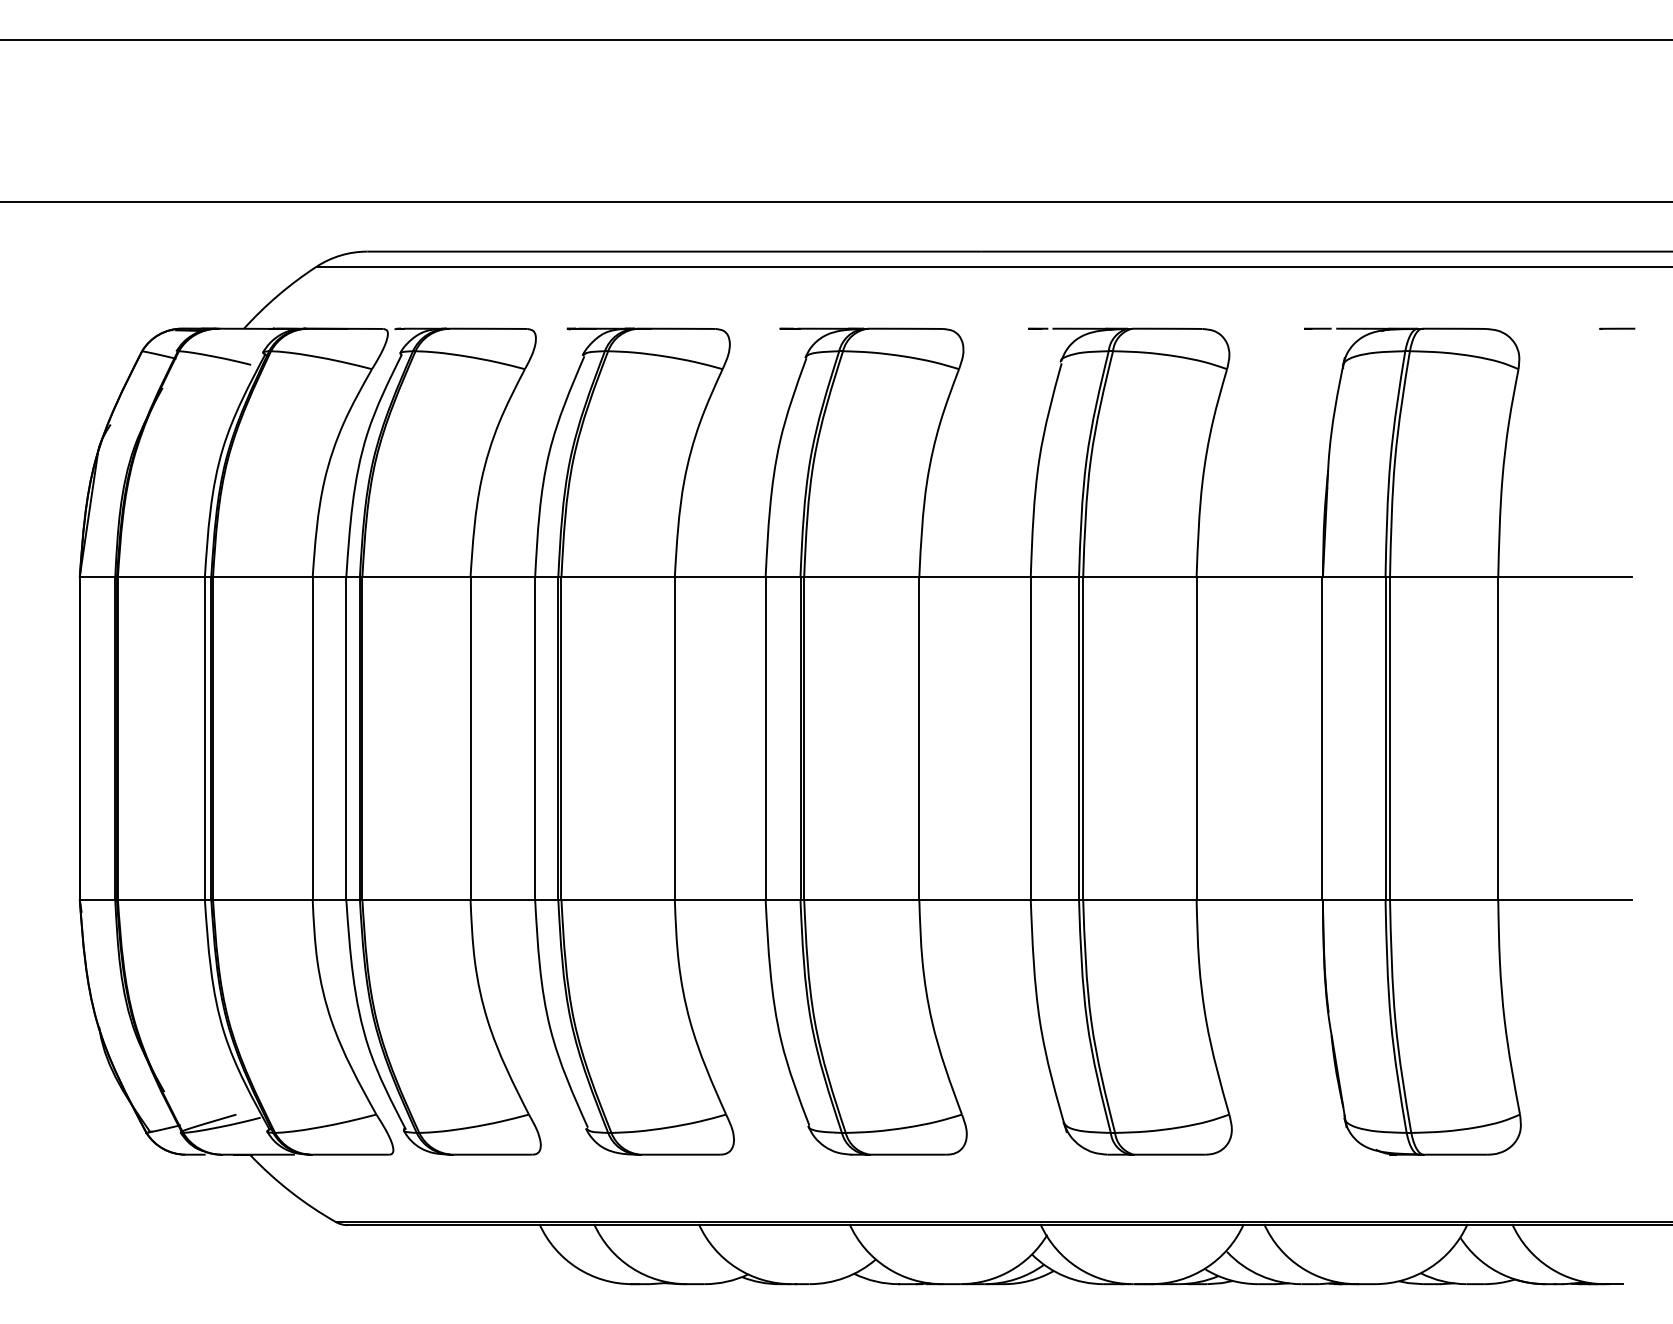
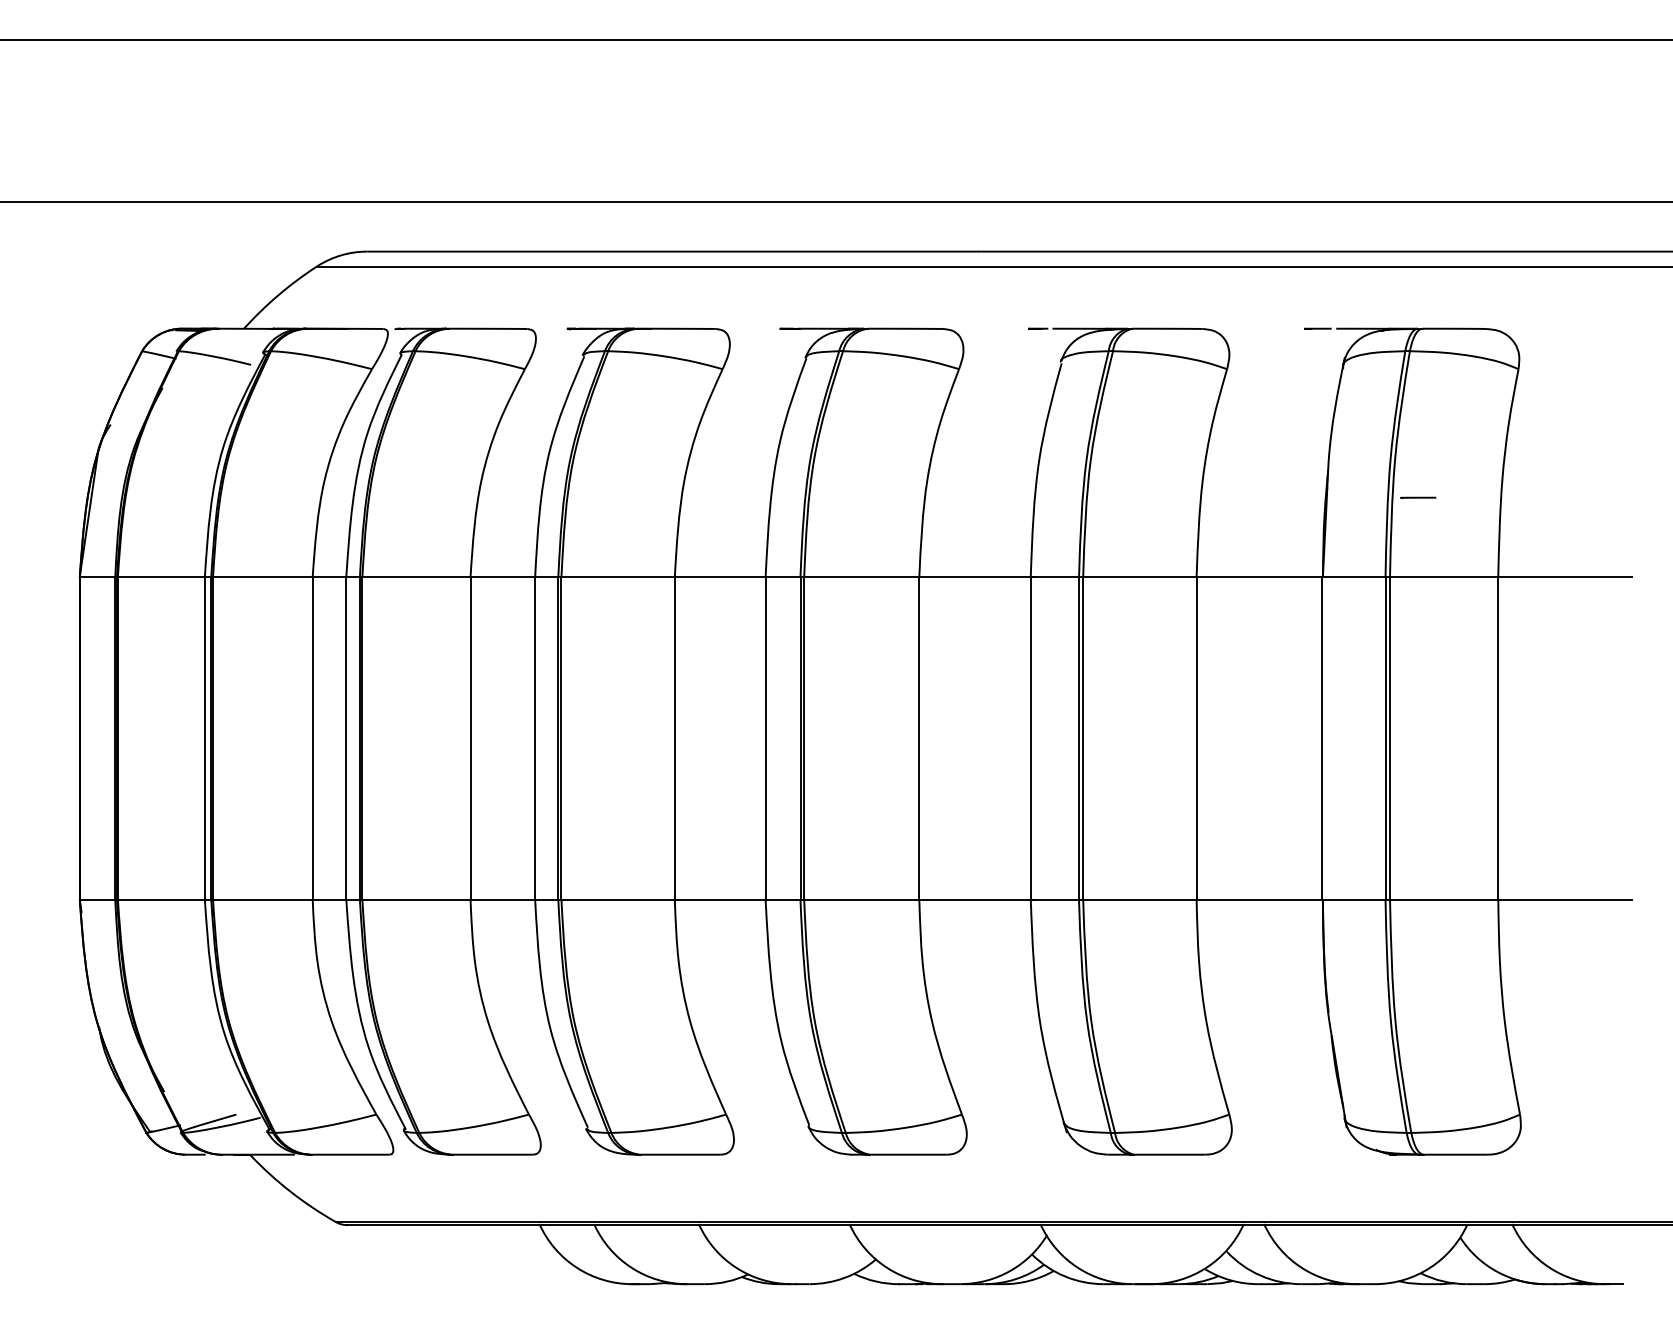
line at (1617, 328) position: (1617, 328) -> (1418, 497)
